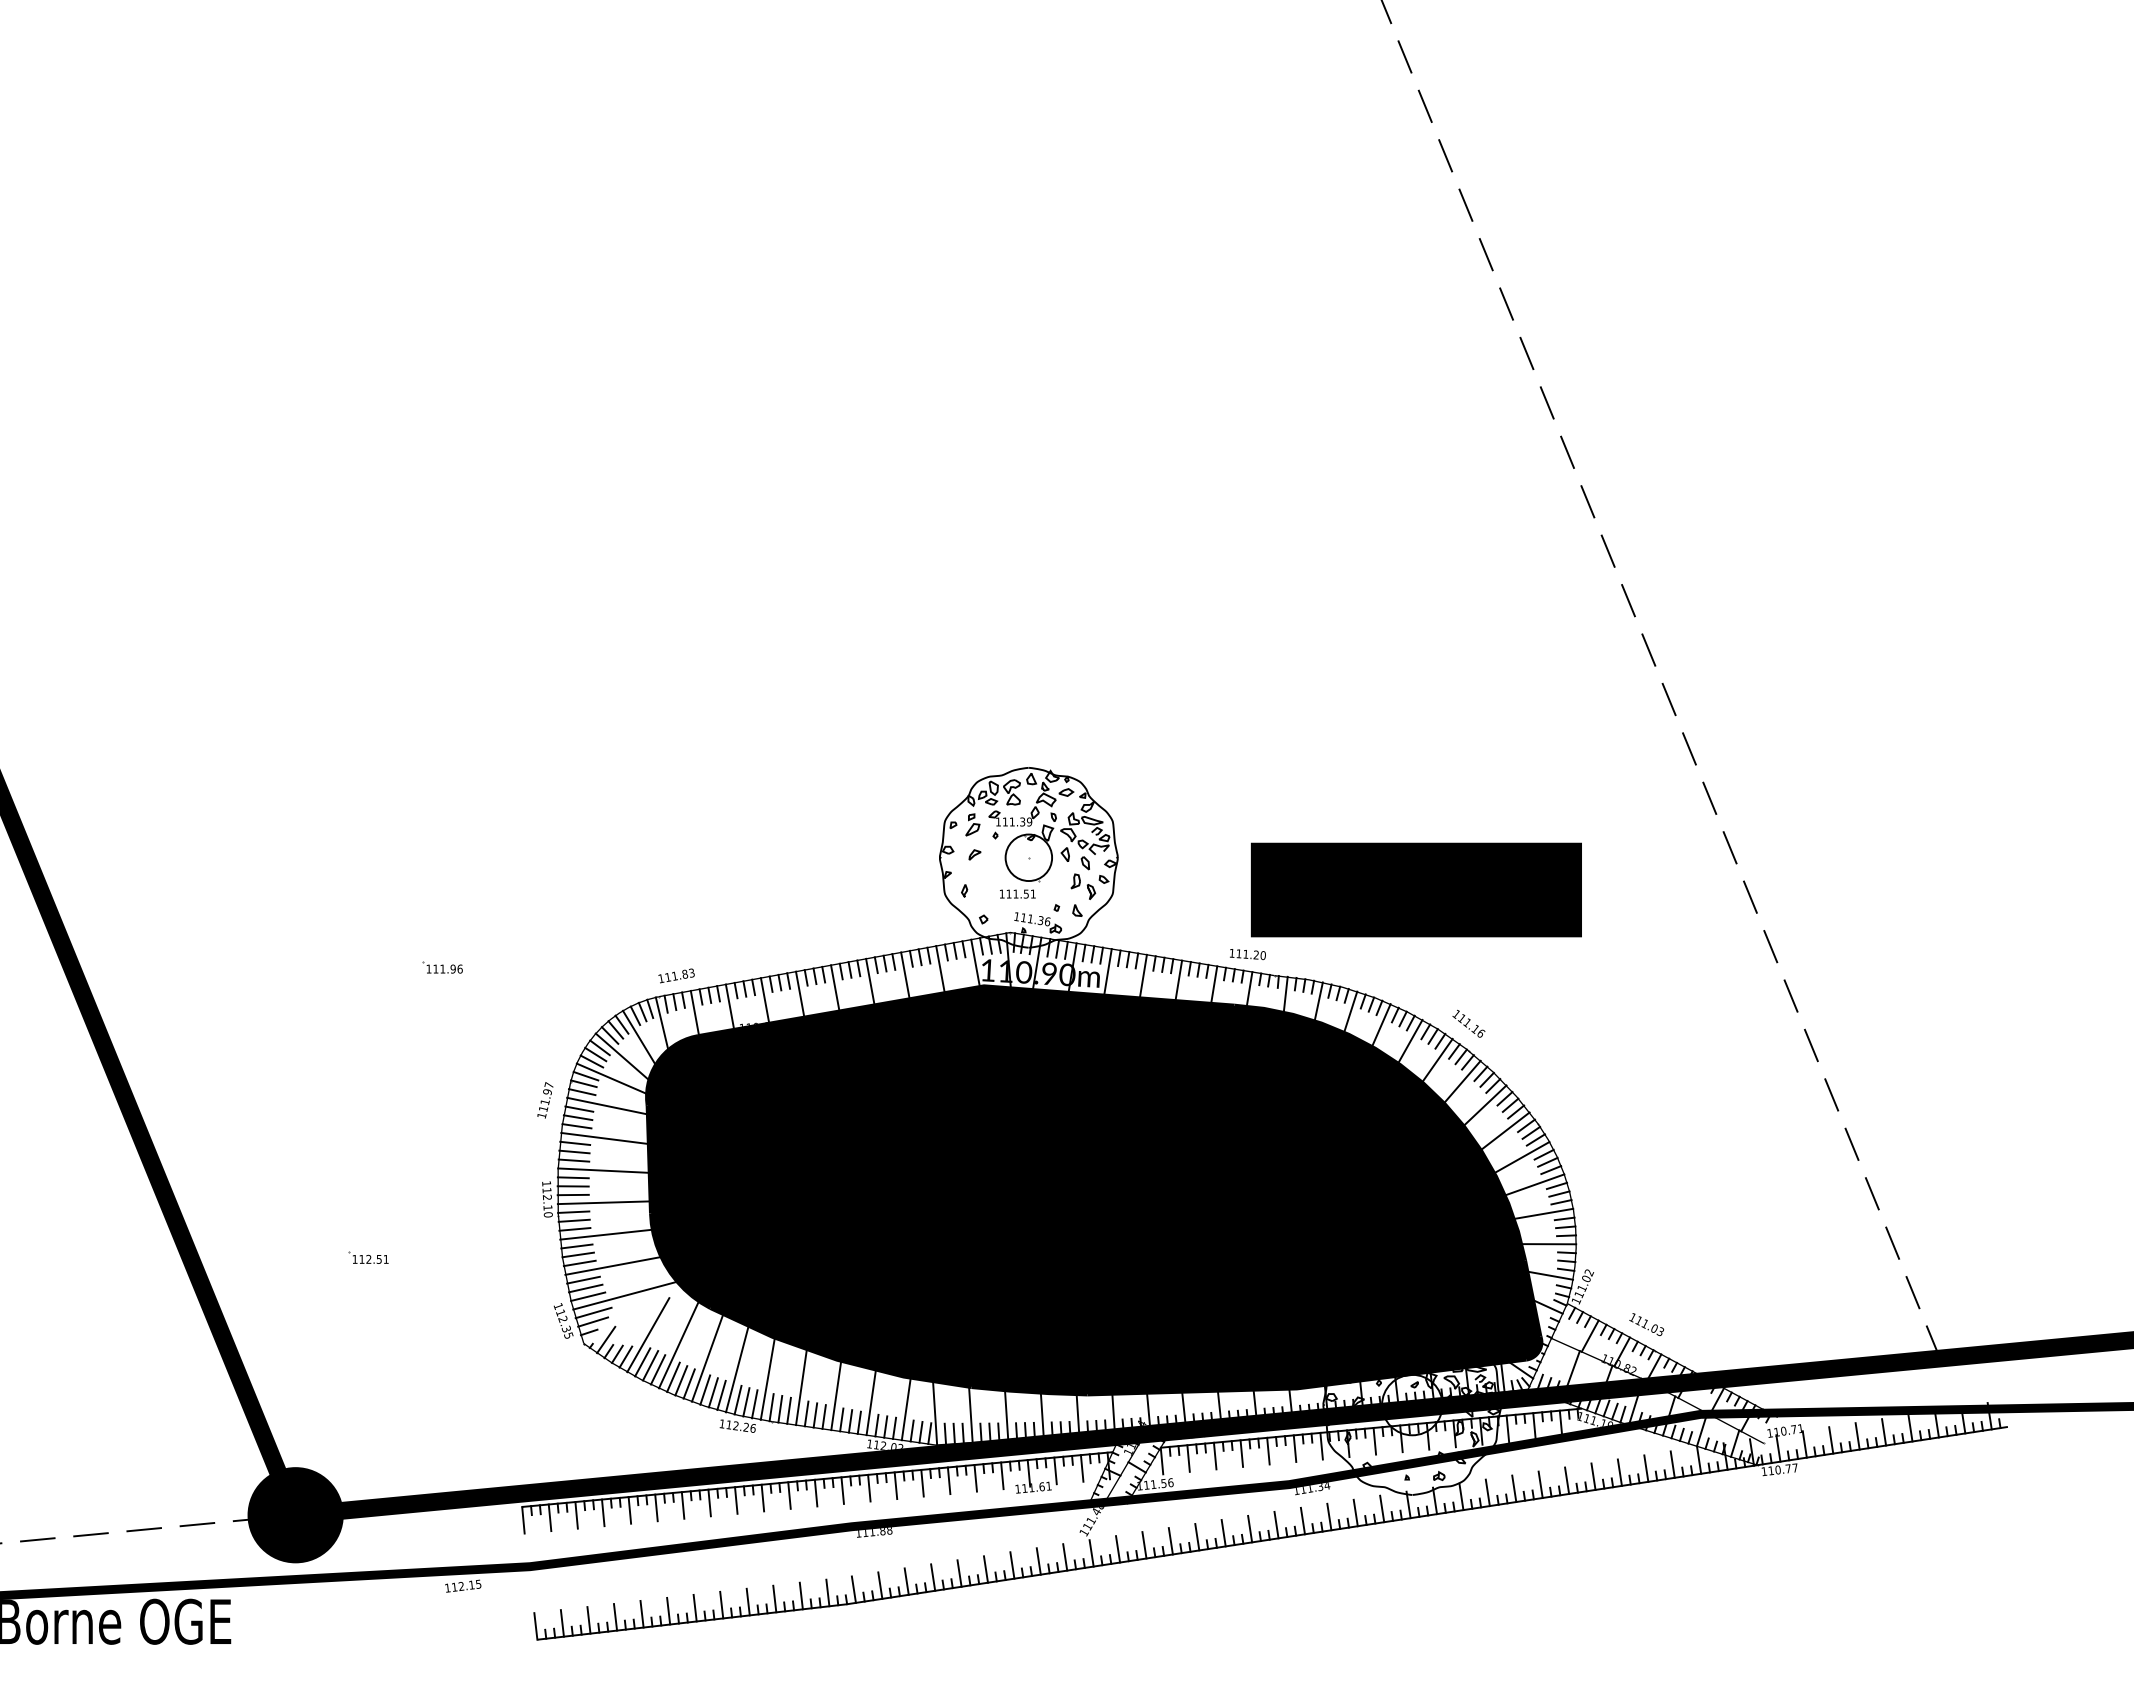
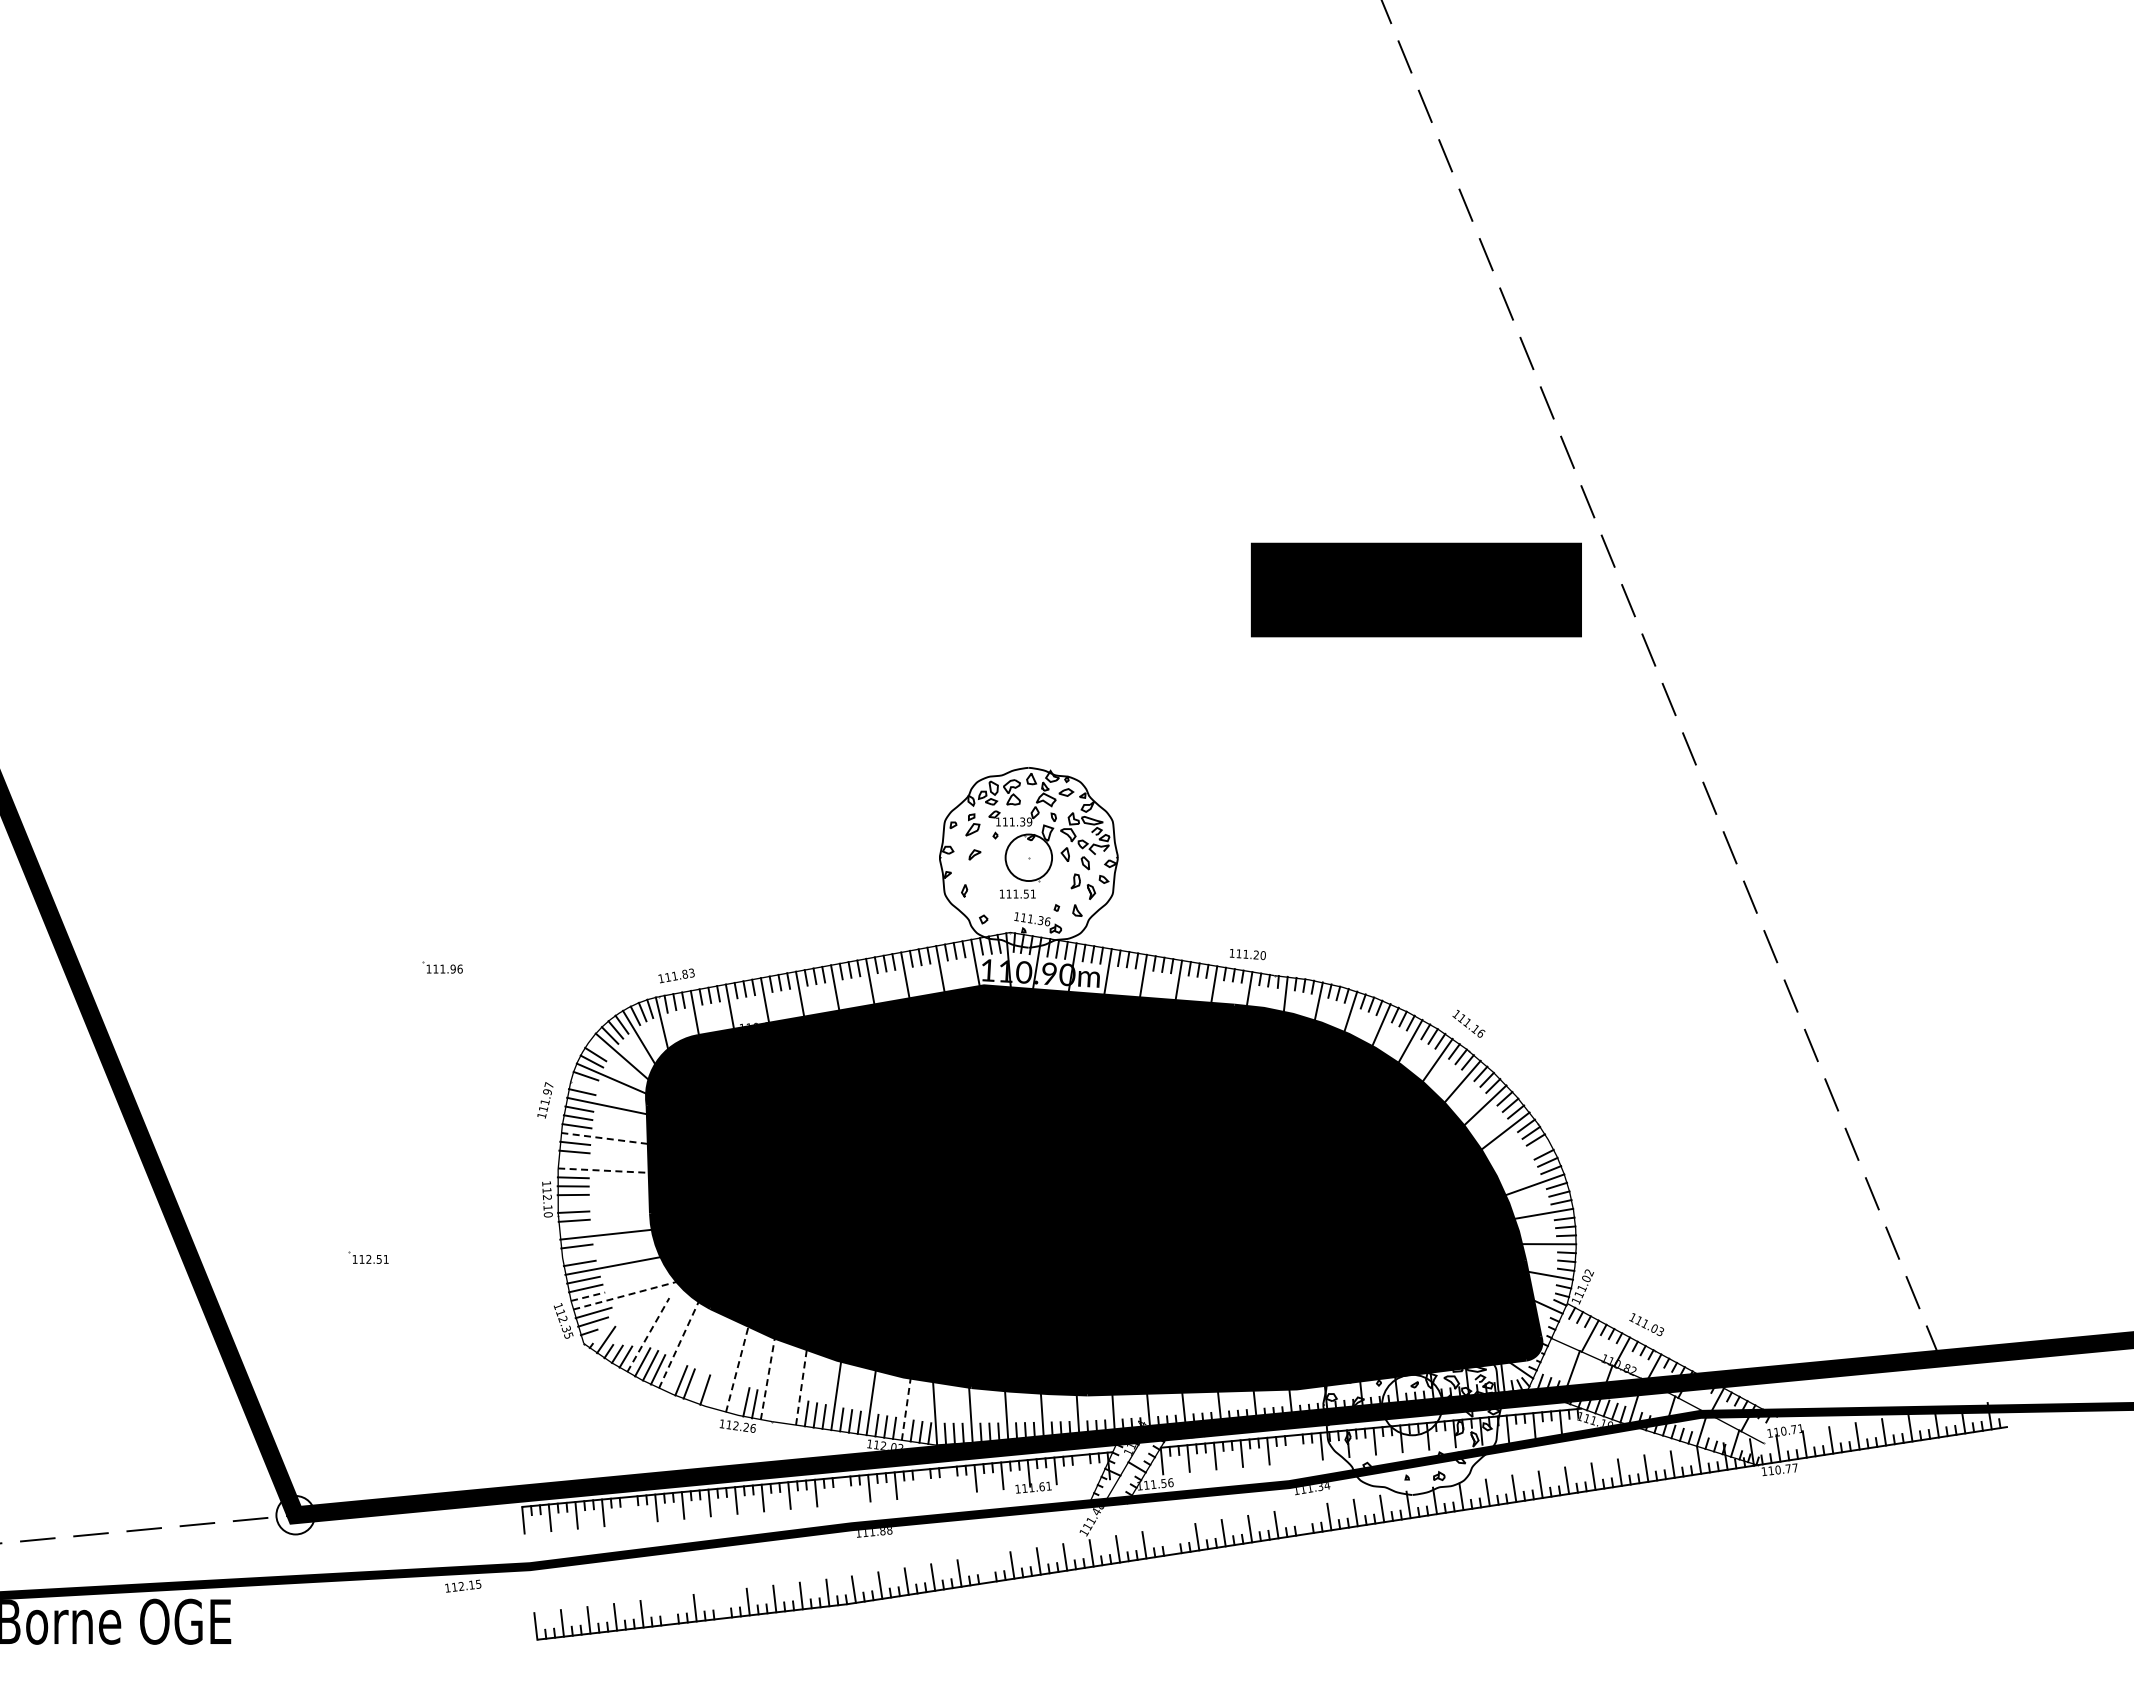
text at (1416, 889) position: (1416, 889) -> (1416, 589)
line at (599, 1047): present -> none
line at (583, 1083): present -> none
line at (605, 1138): solid -> dashed
line at (1521, 1157): present -> none
line at (573, 1160): present -> none
line at (604, 1170): solid -> dashed
line at (604, 1202): present -> none
line at (574, 1229): present -> none
line at (577, 1254): present -> none
line at (626, 1295): solid -> dashed
line at (588, 1296): solid -> dashed
line at (648, 1335): solid -> dashed
line at (679, 1343): solid -> dashed
line at (707, 1357): present -> none
line at (737, 1369): solid -> dashed
line at (673, 1376): present -> none
line at (768, 1377): solid -> dashed
line at (801, 1386): solid -> dashed
line at (712, 1392): present -> none
line at (721, 1394): present -> none
line at (737, 1399): present -> none
line at (771, 1407): present -> none
line at (780, 1408): present -> none
line at (906, 1408): solid -> dashed
line at (788, 1410): present -> none
line at (1294, 1448): present -> none
line at (1081, 1468): present -> none
line at (948, 1480): present -> none
line at (922, 1482): present -> none
line at (842, 1490): present -> none
line at (629, 1510): present -> none
fill at (295, 1515): present -> none
line at (1302, 1520): present -> none
line at (1170, 1541): present -> none
line at (985, 1569): present -> none
line at (721, 1604): present -> none
line at (668, 1610): present -> none
